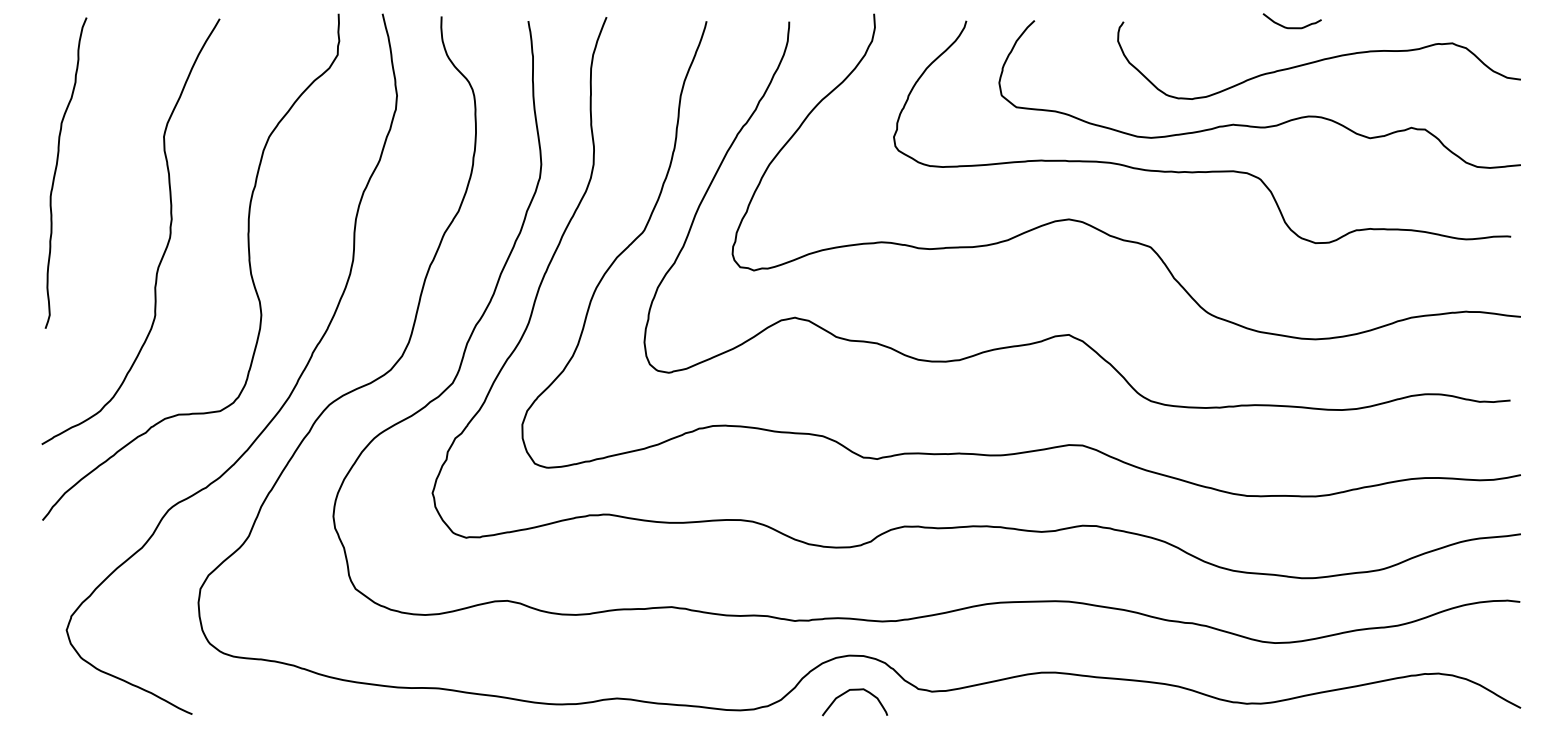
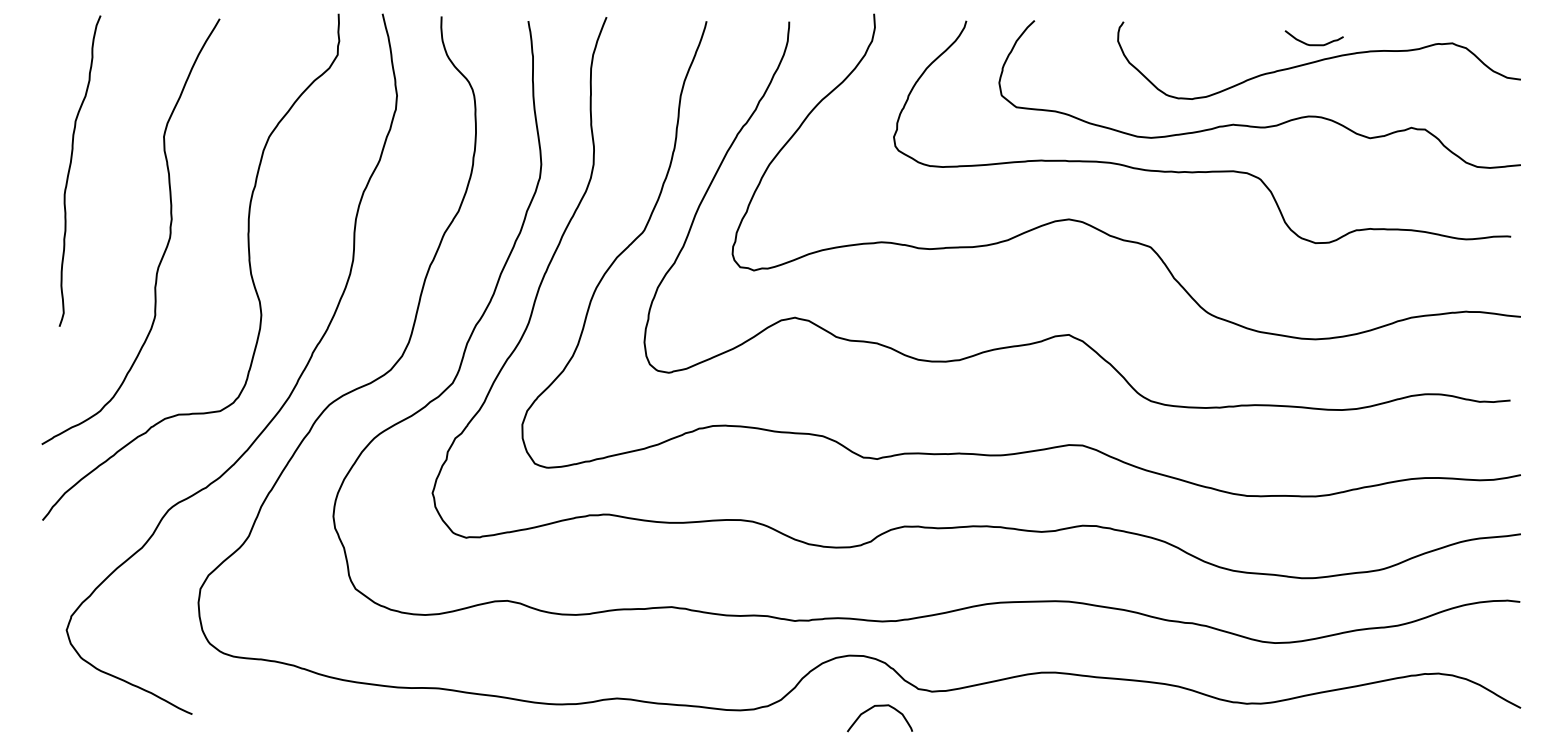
curve at (1291, 27) position: (1291, 27) -> (1313, 44)
curve at (56, 172) position: (56, 172) -> (70, 170)
curve at (855, 690) position: (855, 690) -> (880, 706)
